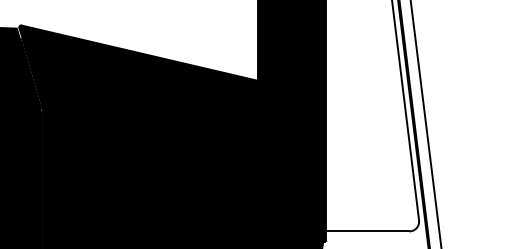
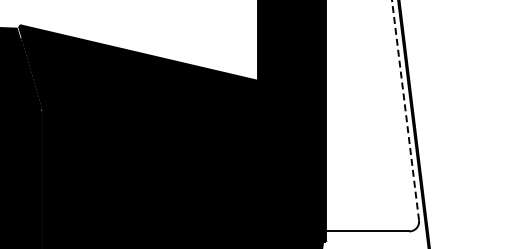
line at (405, 110): solid -> dashed
line at (425, 123): present -> none
